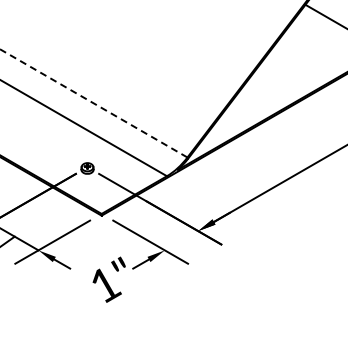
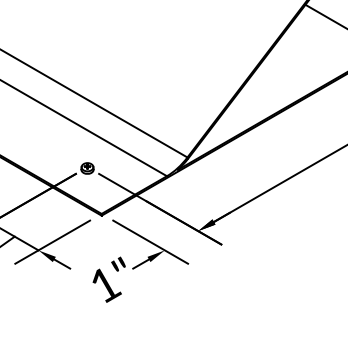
line at (94, 103): dashed -> solid
